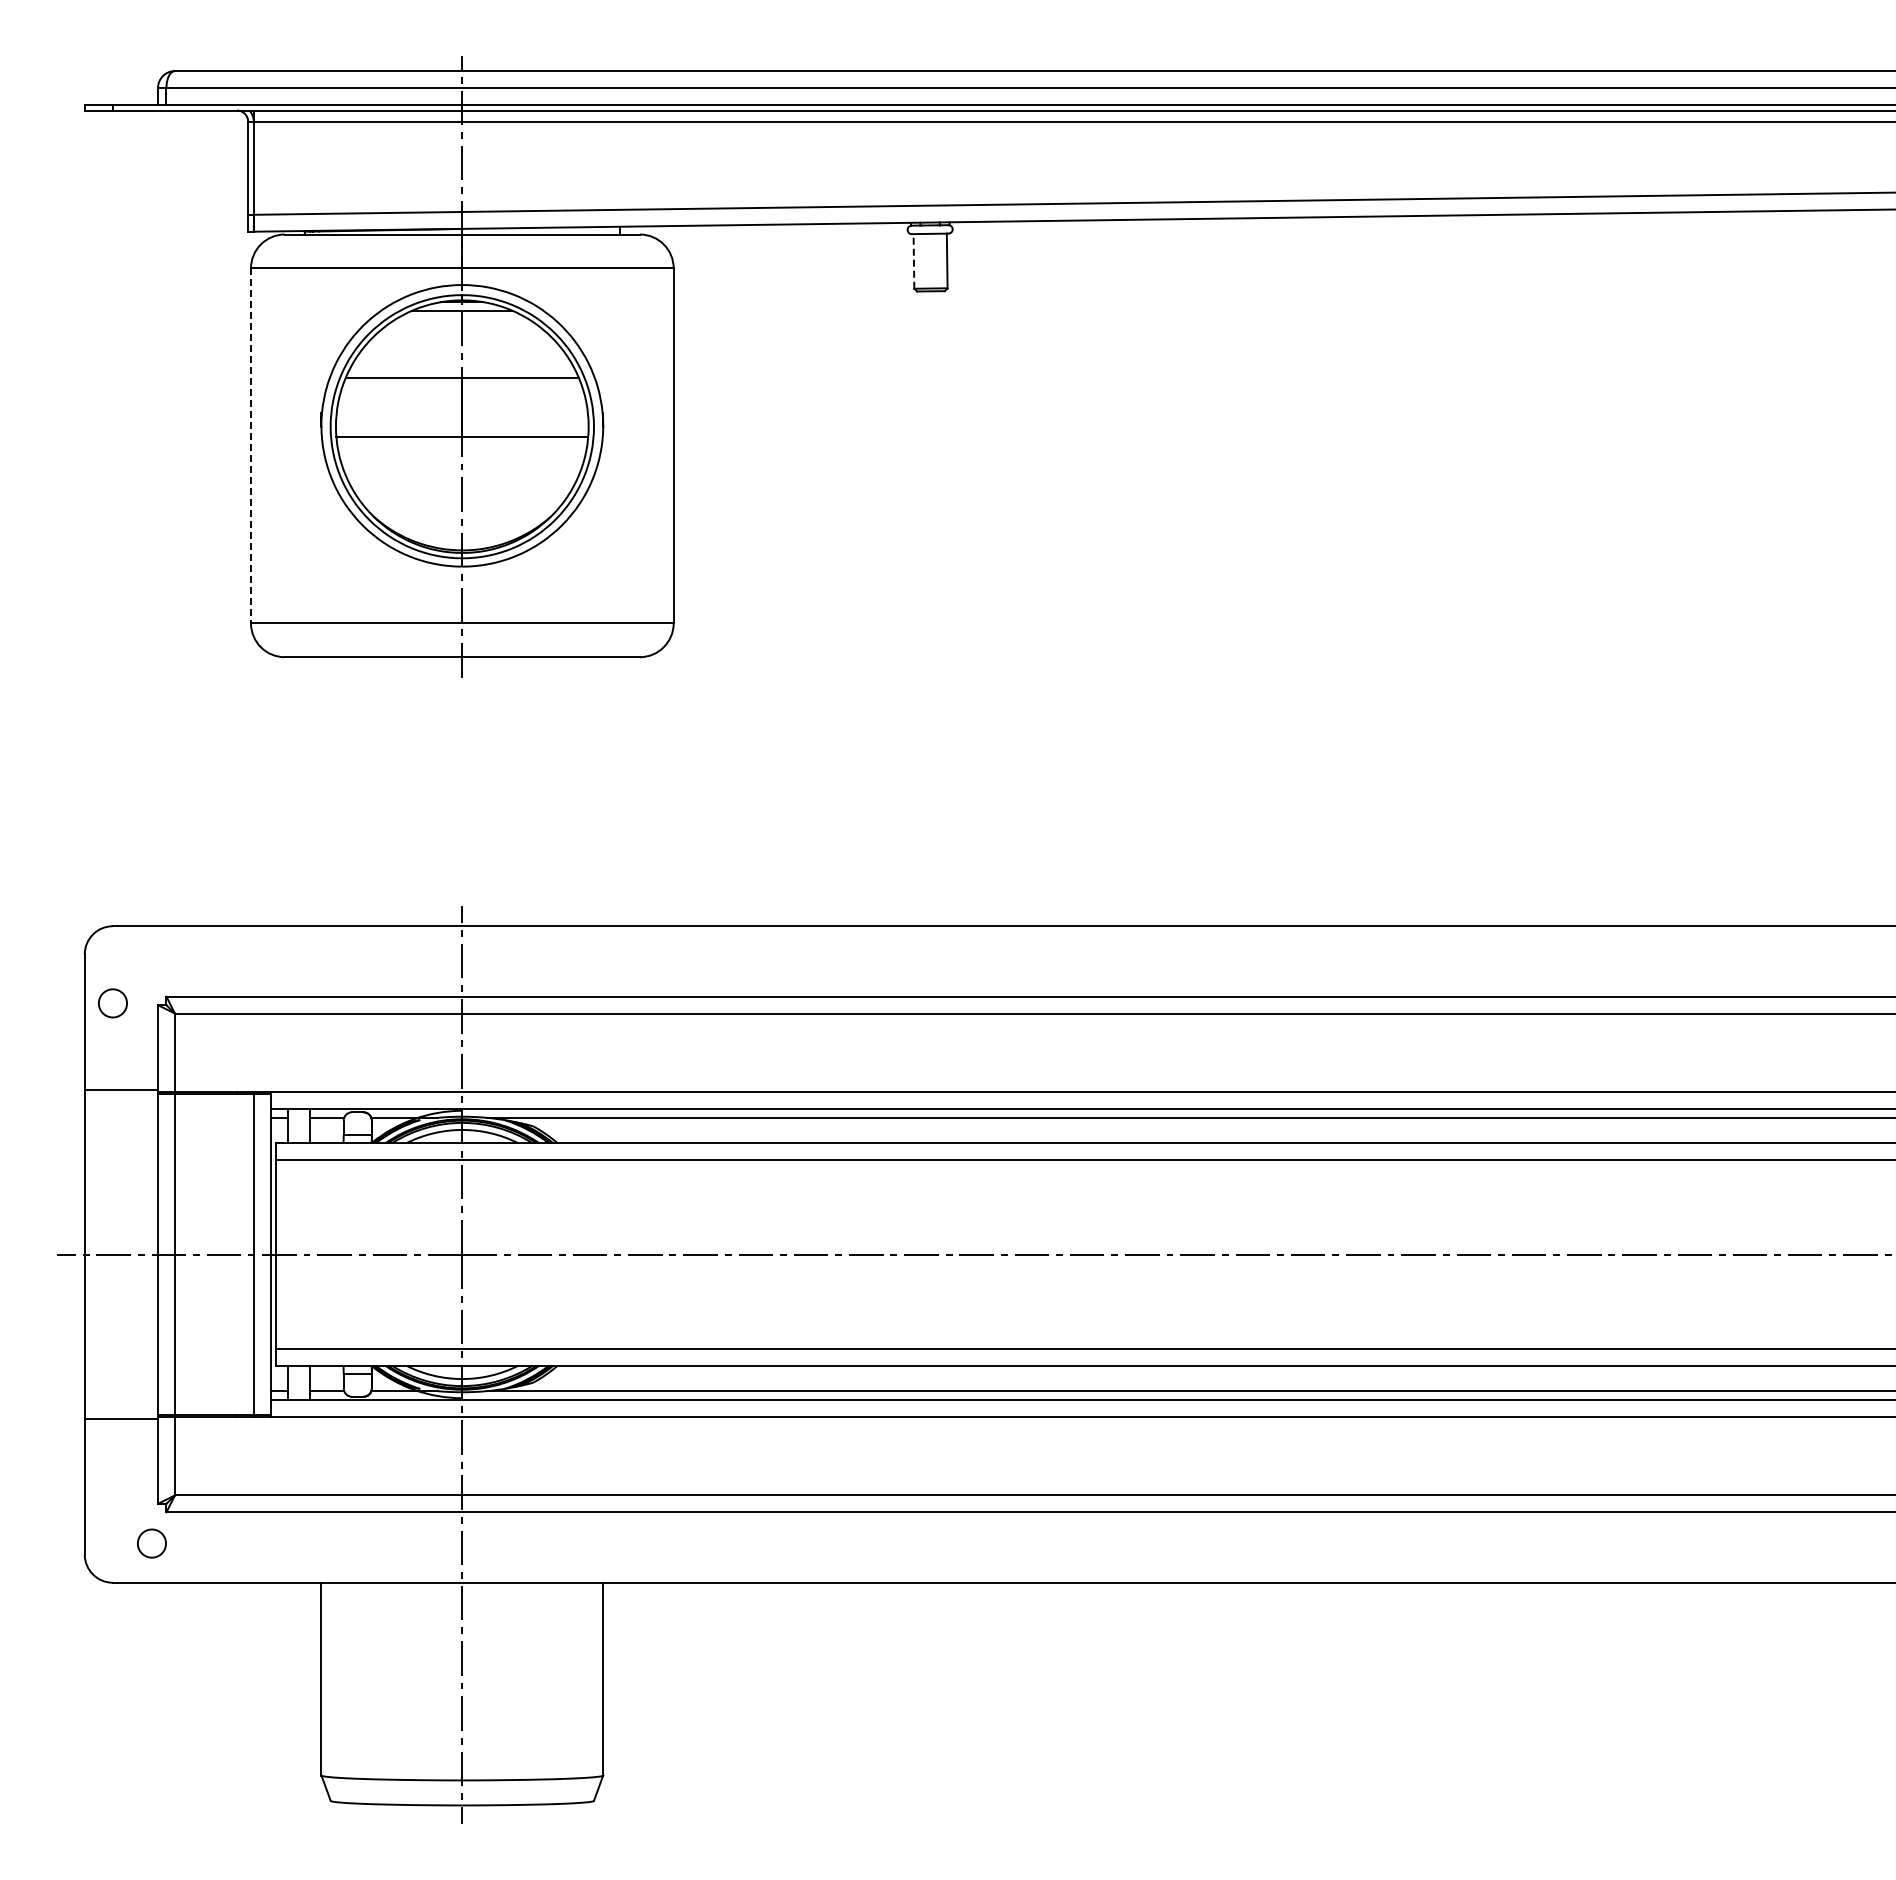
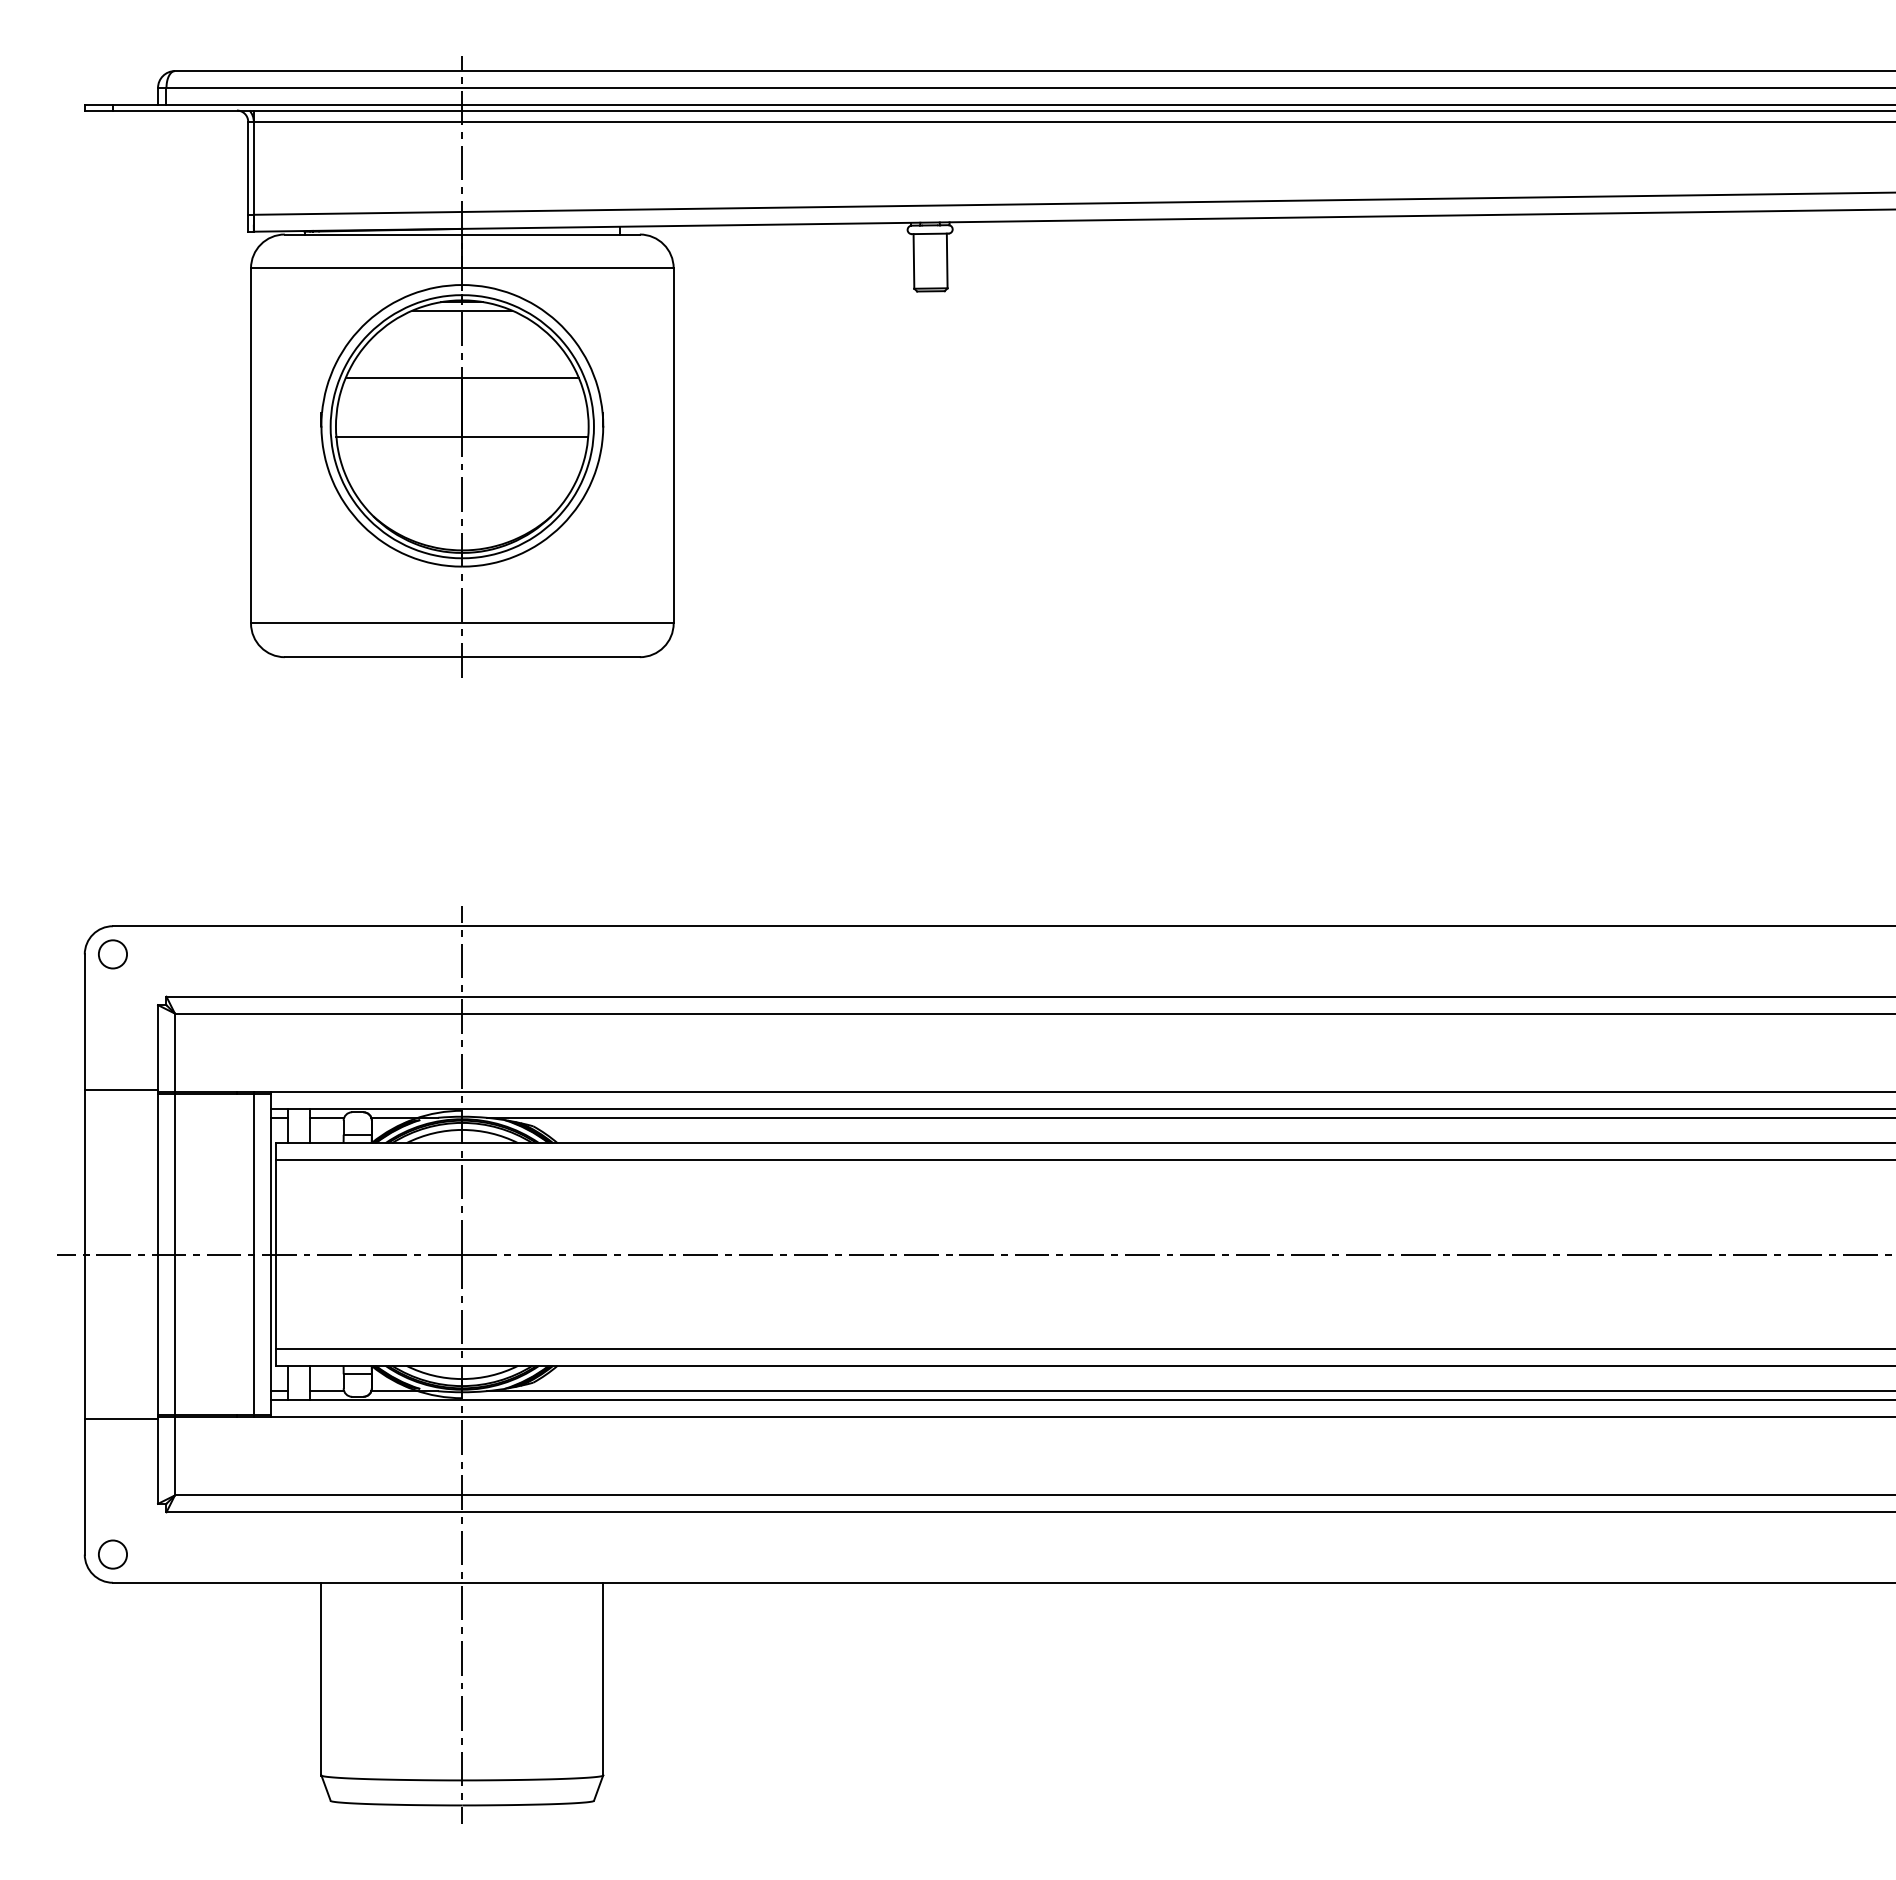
line at (913, 260): dashed -> solid
line at (251, 445): dashed -> solid
circle at (112, 1003) position: (112, 1003) -> (112, 954)
circle at (151, 1543) position: (151, 1543) -> (112, 1554)
